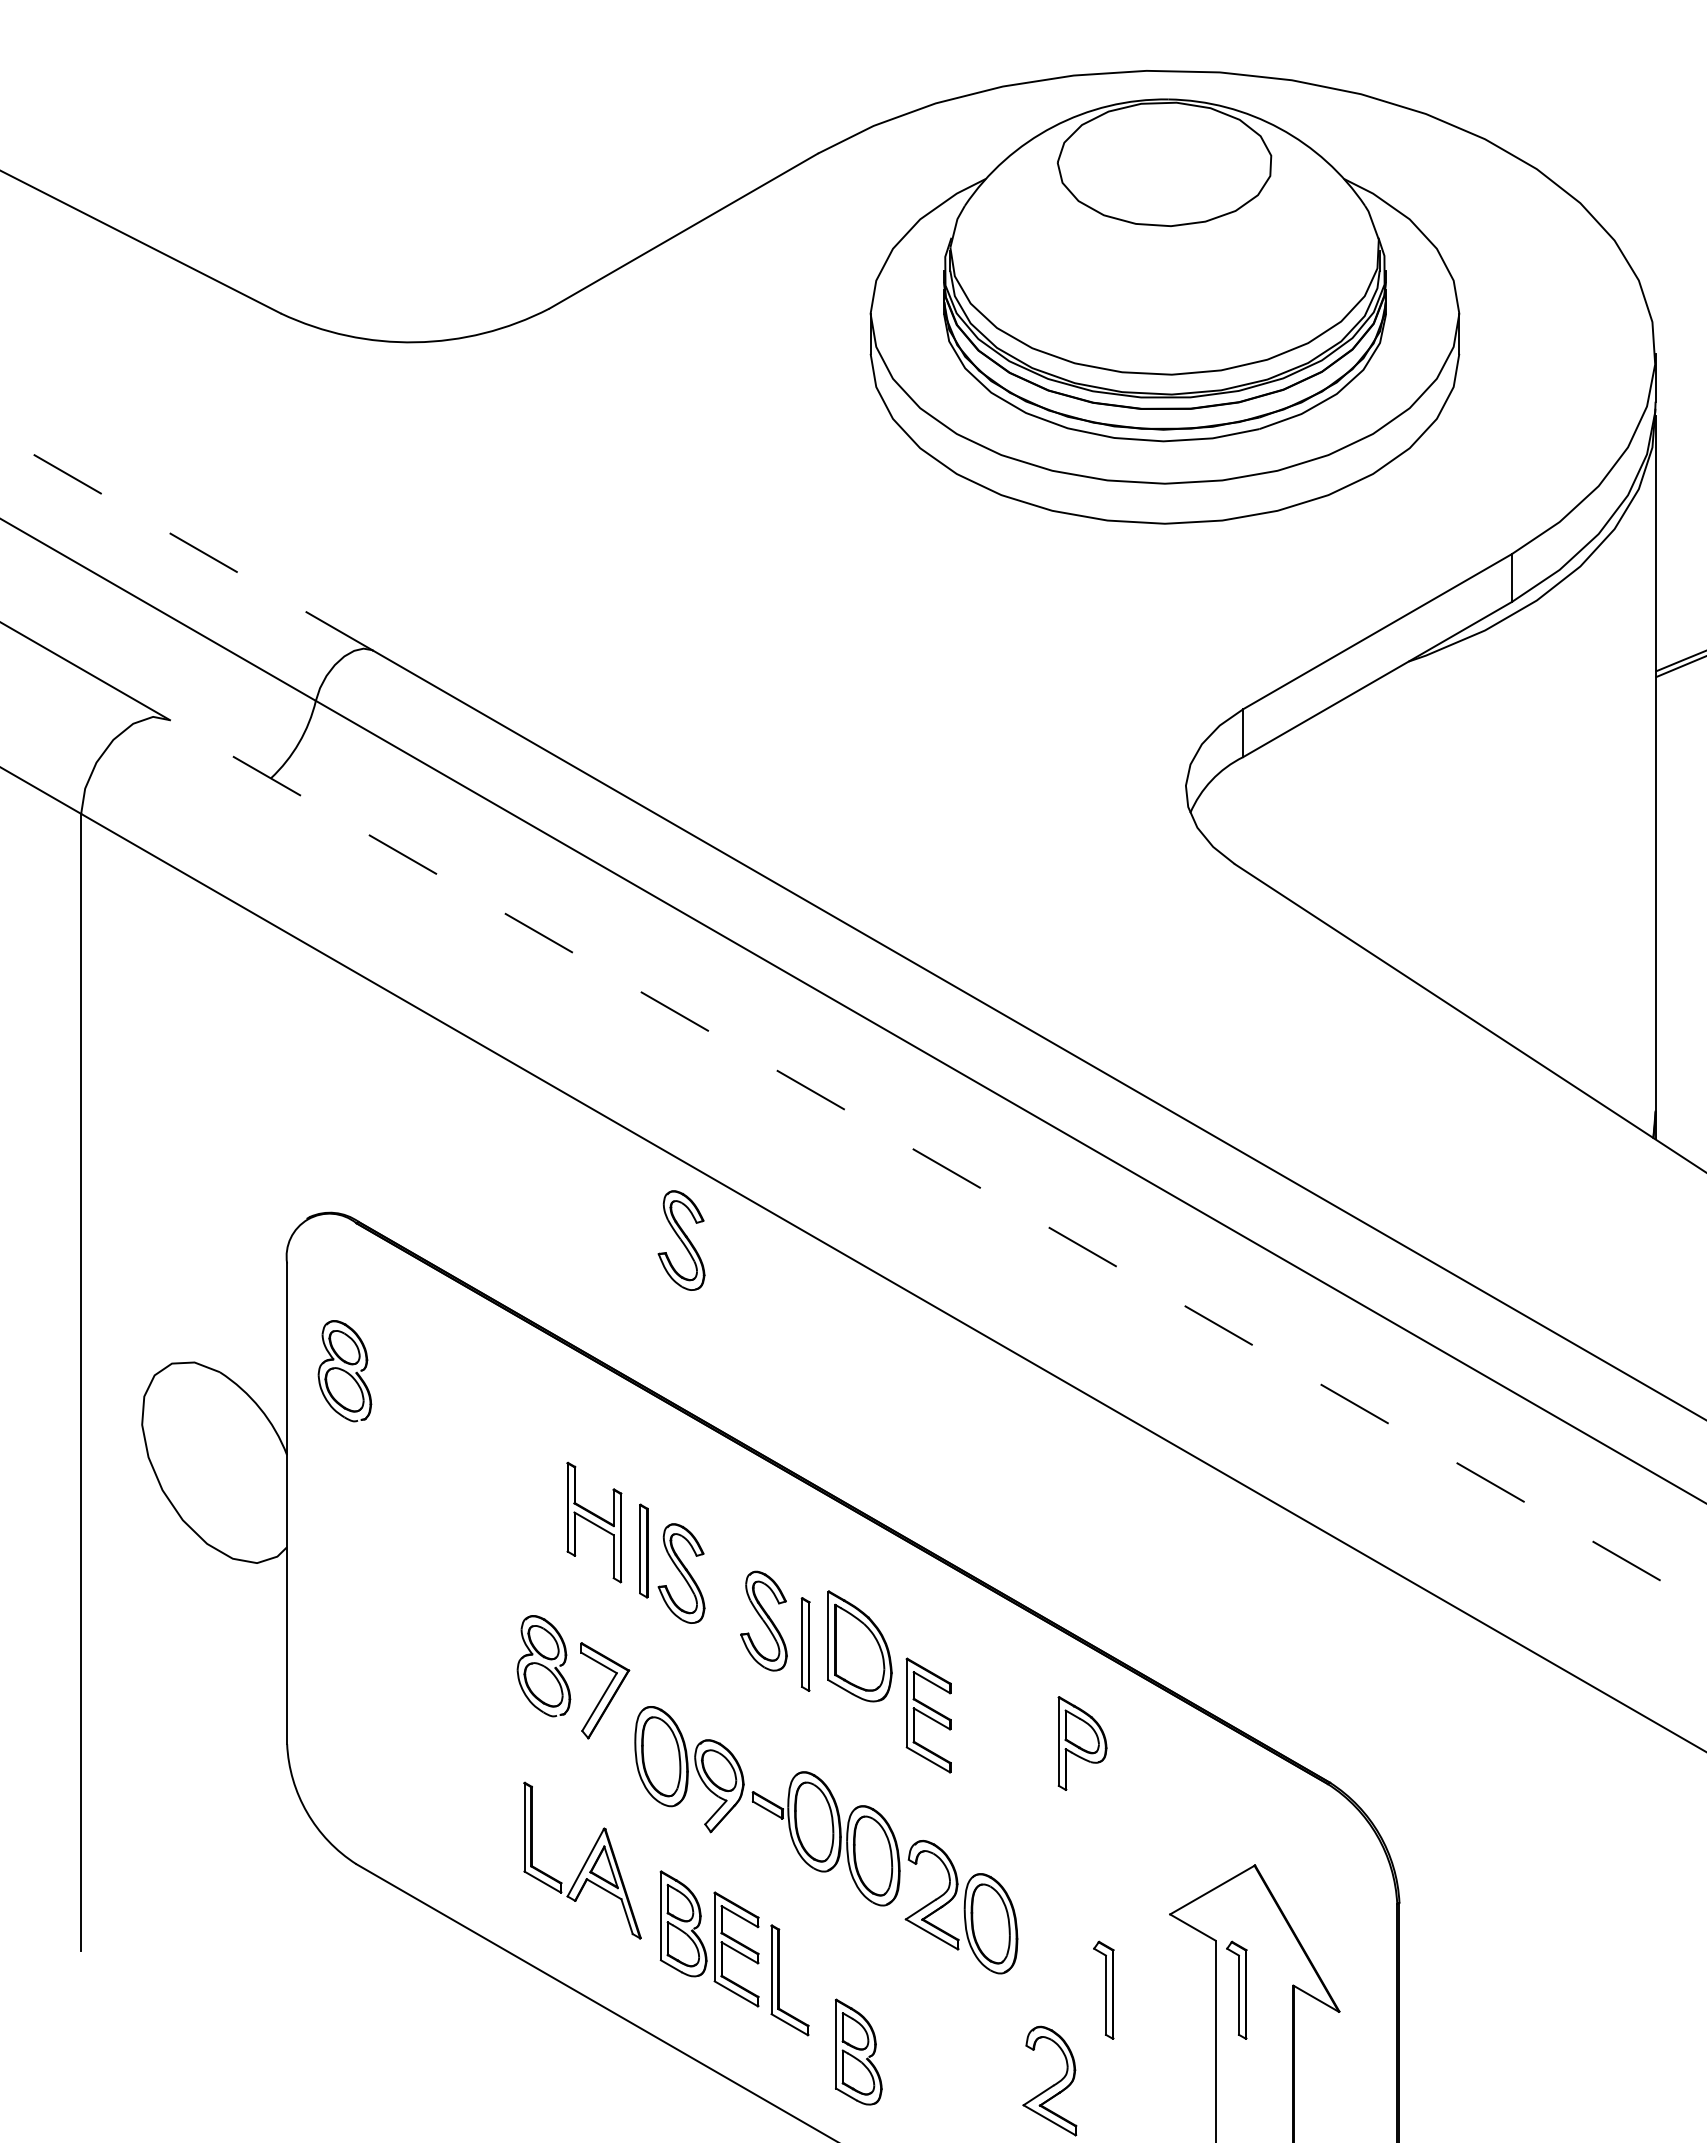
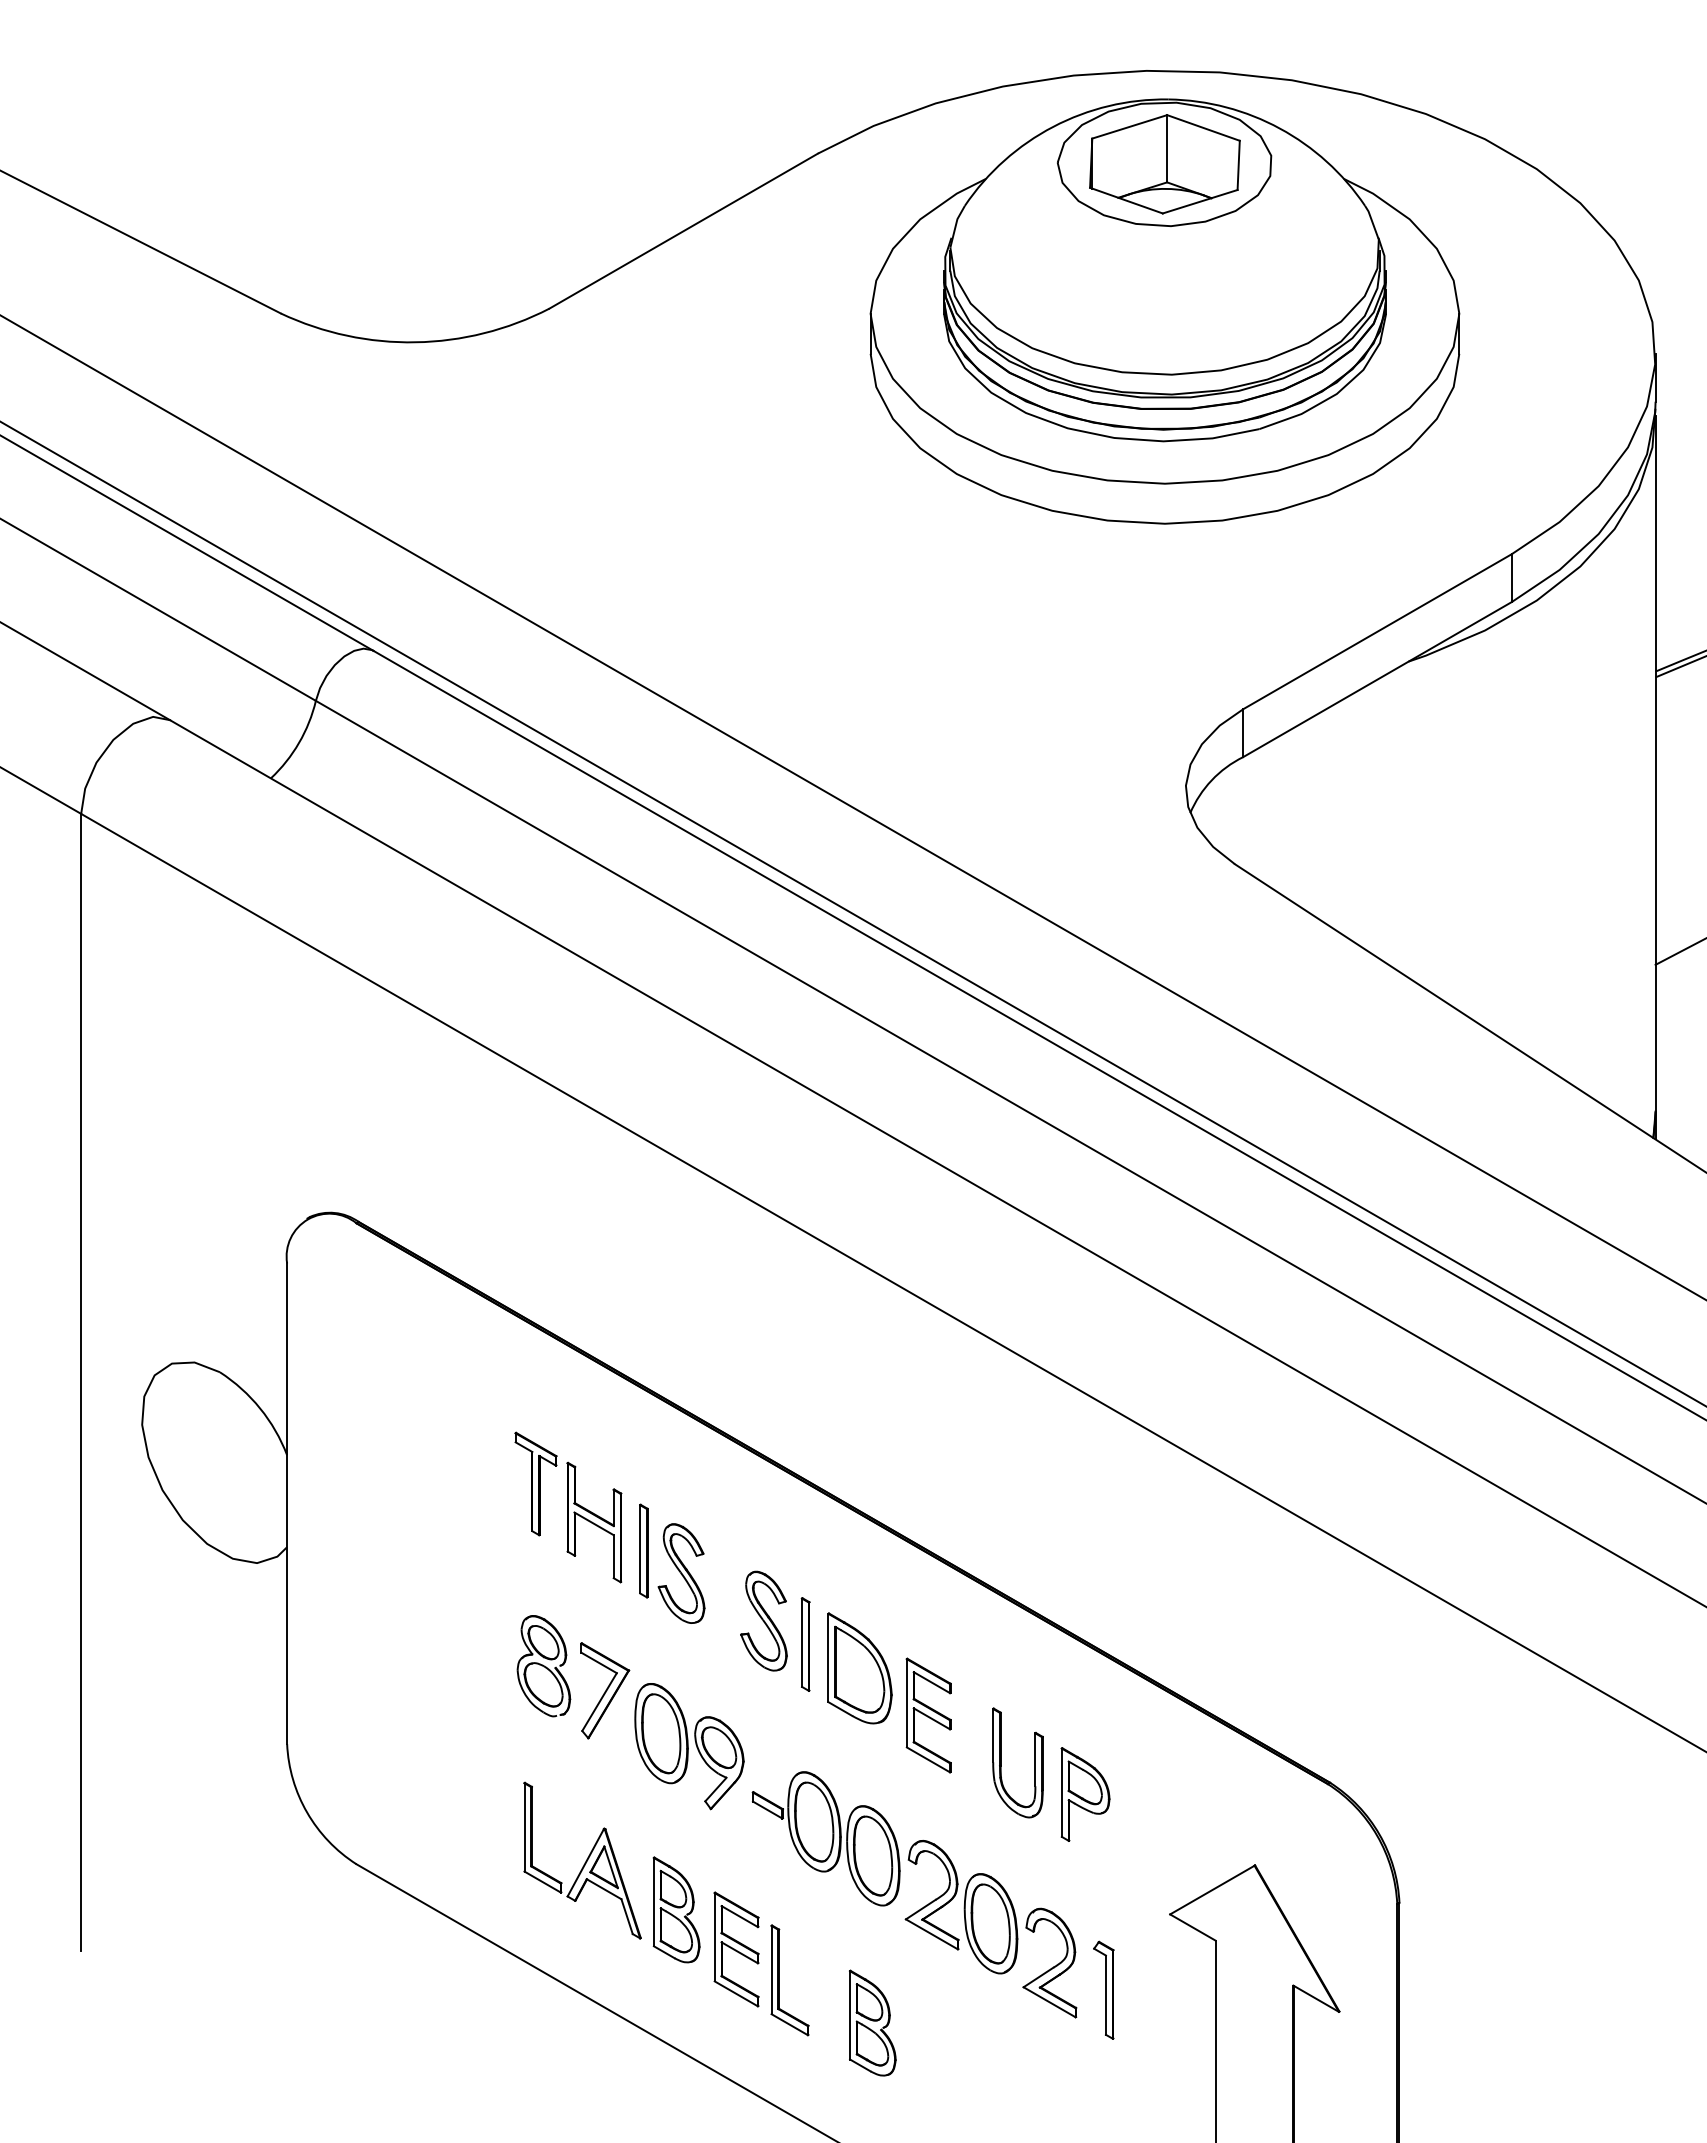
part at (1164, 164): none -> present
line at (186, 542): dashed -> solid
line at (852, 807): none -> present
line at (852, 913): none -> present
line at (1679, 951): none -> present
line at (938, 1163): dashed -> solid
part at (681, 1240): present -> none
part at (344, 1371): present -> none
part at (535, 1483): none -> present
part at (859, 1646) position: (859, 1646) -> (859, 1668)
part at (1082, 1743) position: (1082, 1743) -> (1085, 1794)
part at (1001, 1762): none -> present
part at (689, 1769) position: (689, 1769) -> (689, 1746)
part at (683, 1923) position: (683, 1923) -> (676, 1909)
part at (1236, 1989): present -> none
part at (858, 2051) position: (858, 2051) -> (872, 2022)
part at (1049, 2080) position: (1049, 2080) -> (1049, 1962)
